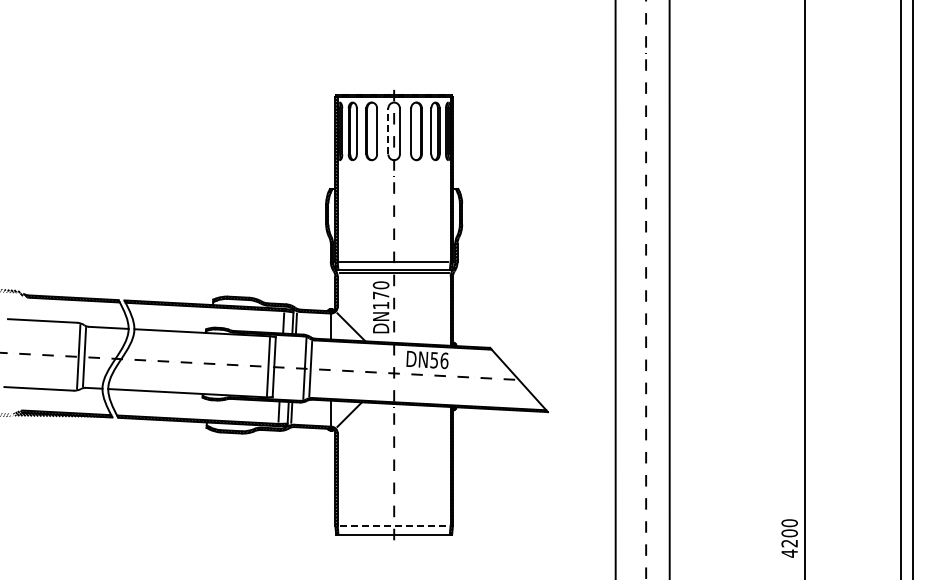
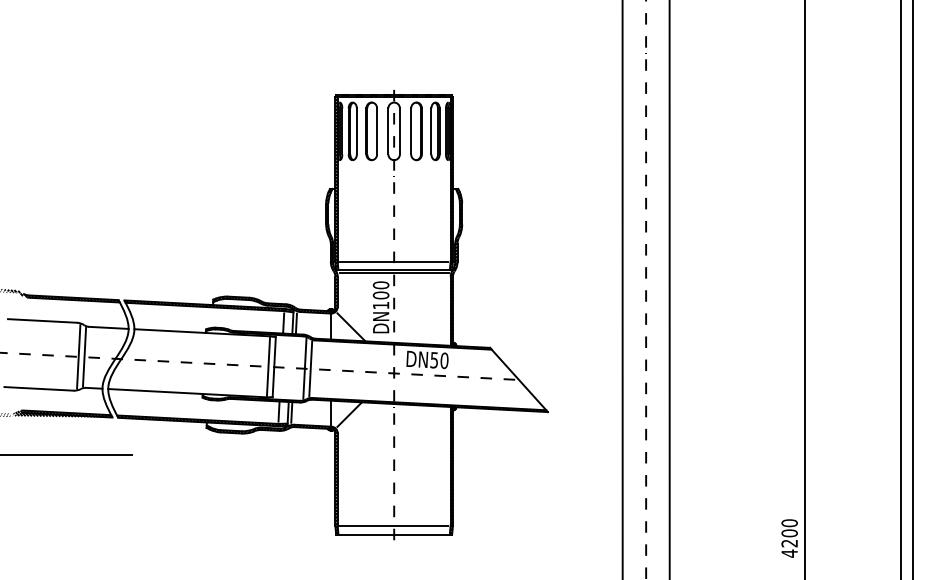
line at (388, 130): dashed -> solid
line at (615, 289) position: (615, 289) -> (622, 289)
text at (380, 295): DN170 -> DN100
text at (444, 360): DN56 -> DN50
line at (66, 454): none -> present
line at (394, 525): dashed -> solid
